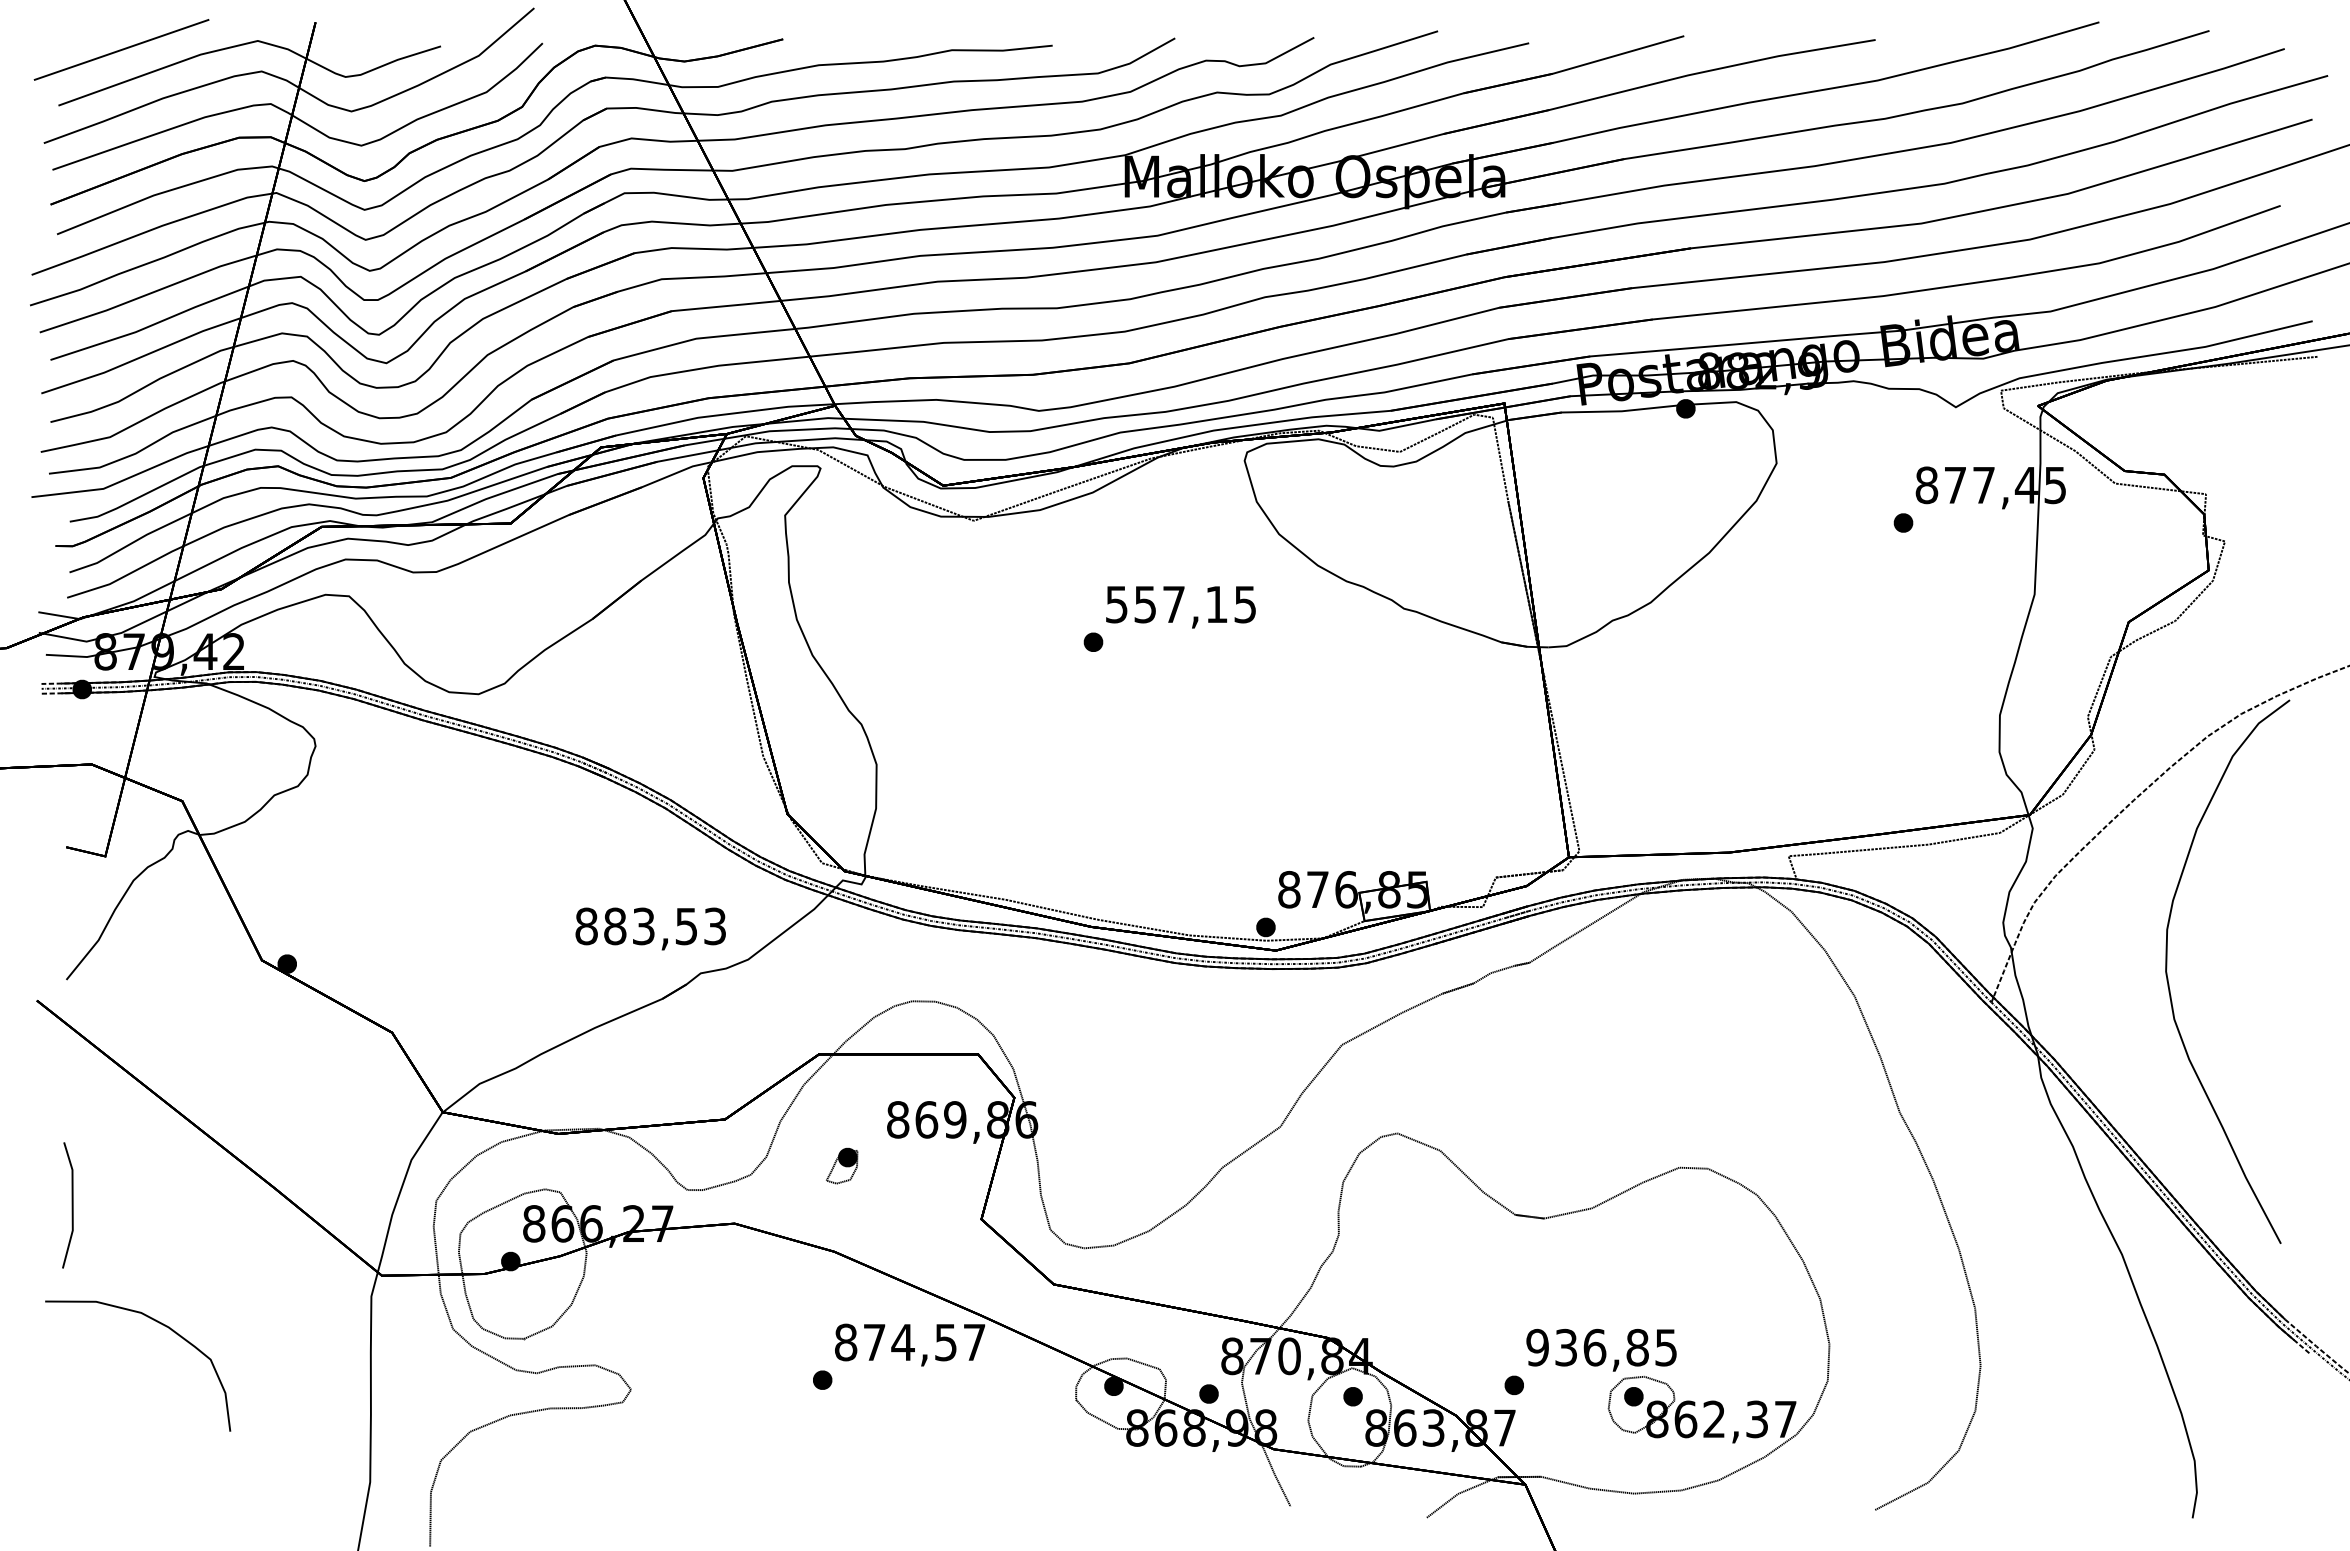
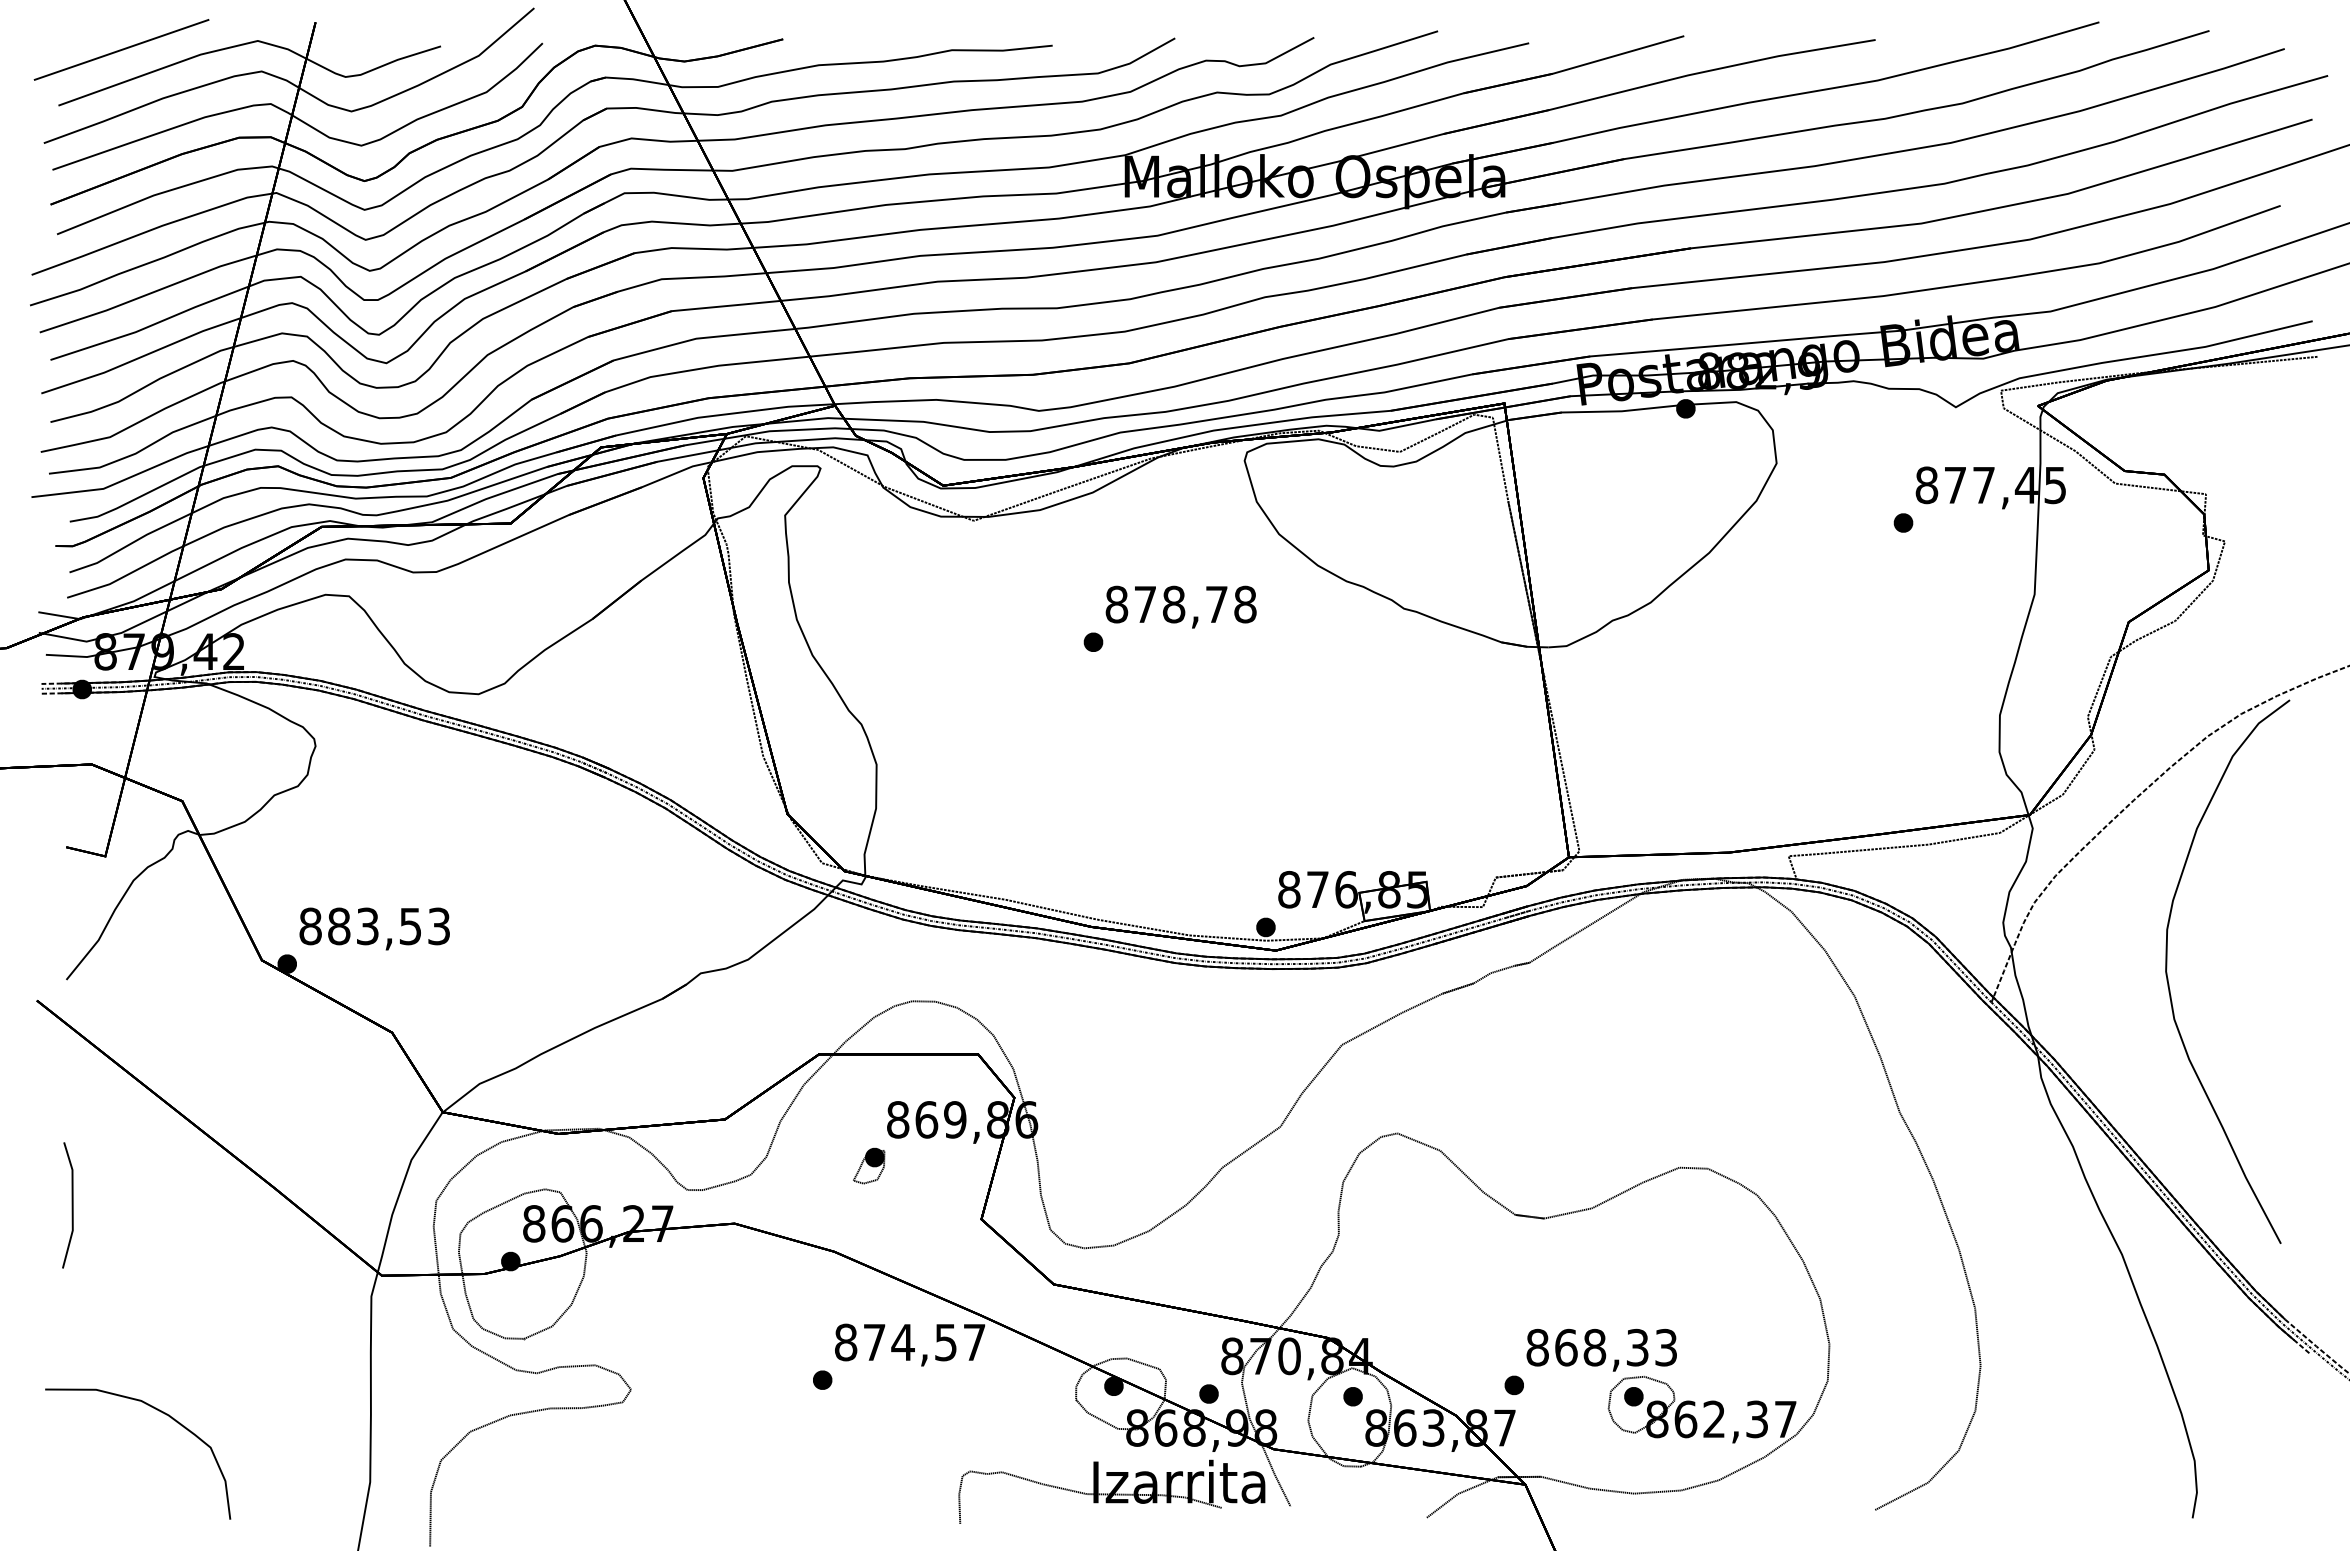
text at (1180, 604): 557,15 -> 878,78
text at (650, 928) position: (650, 928) -> (374, 928)
part at (842, 1165) position: (842, 1165) -> (869, 1165)
curve at (158, 1323) position: (158, 1323) -> (158, 1411)
text at (1601, 1347): 936,85 -> 868,33
part at (1111, 1491): none -> present
